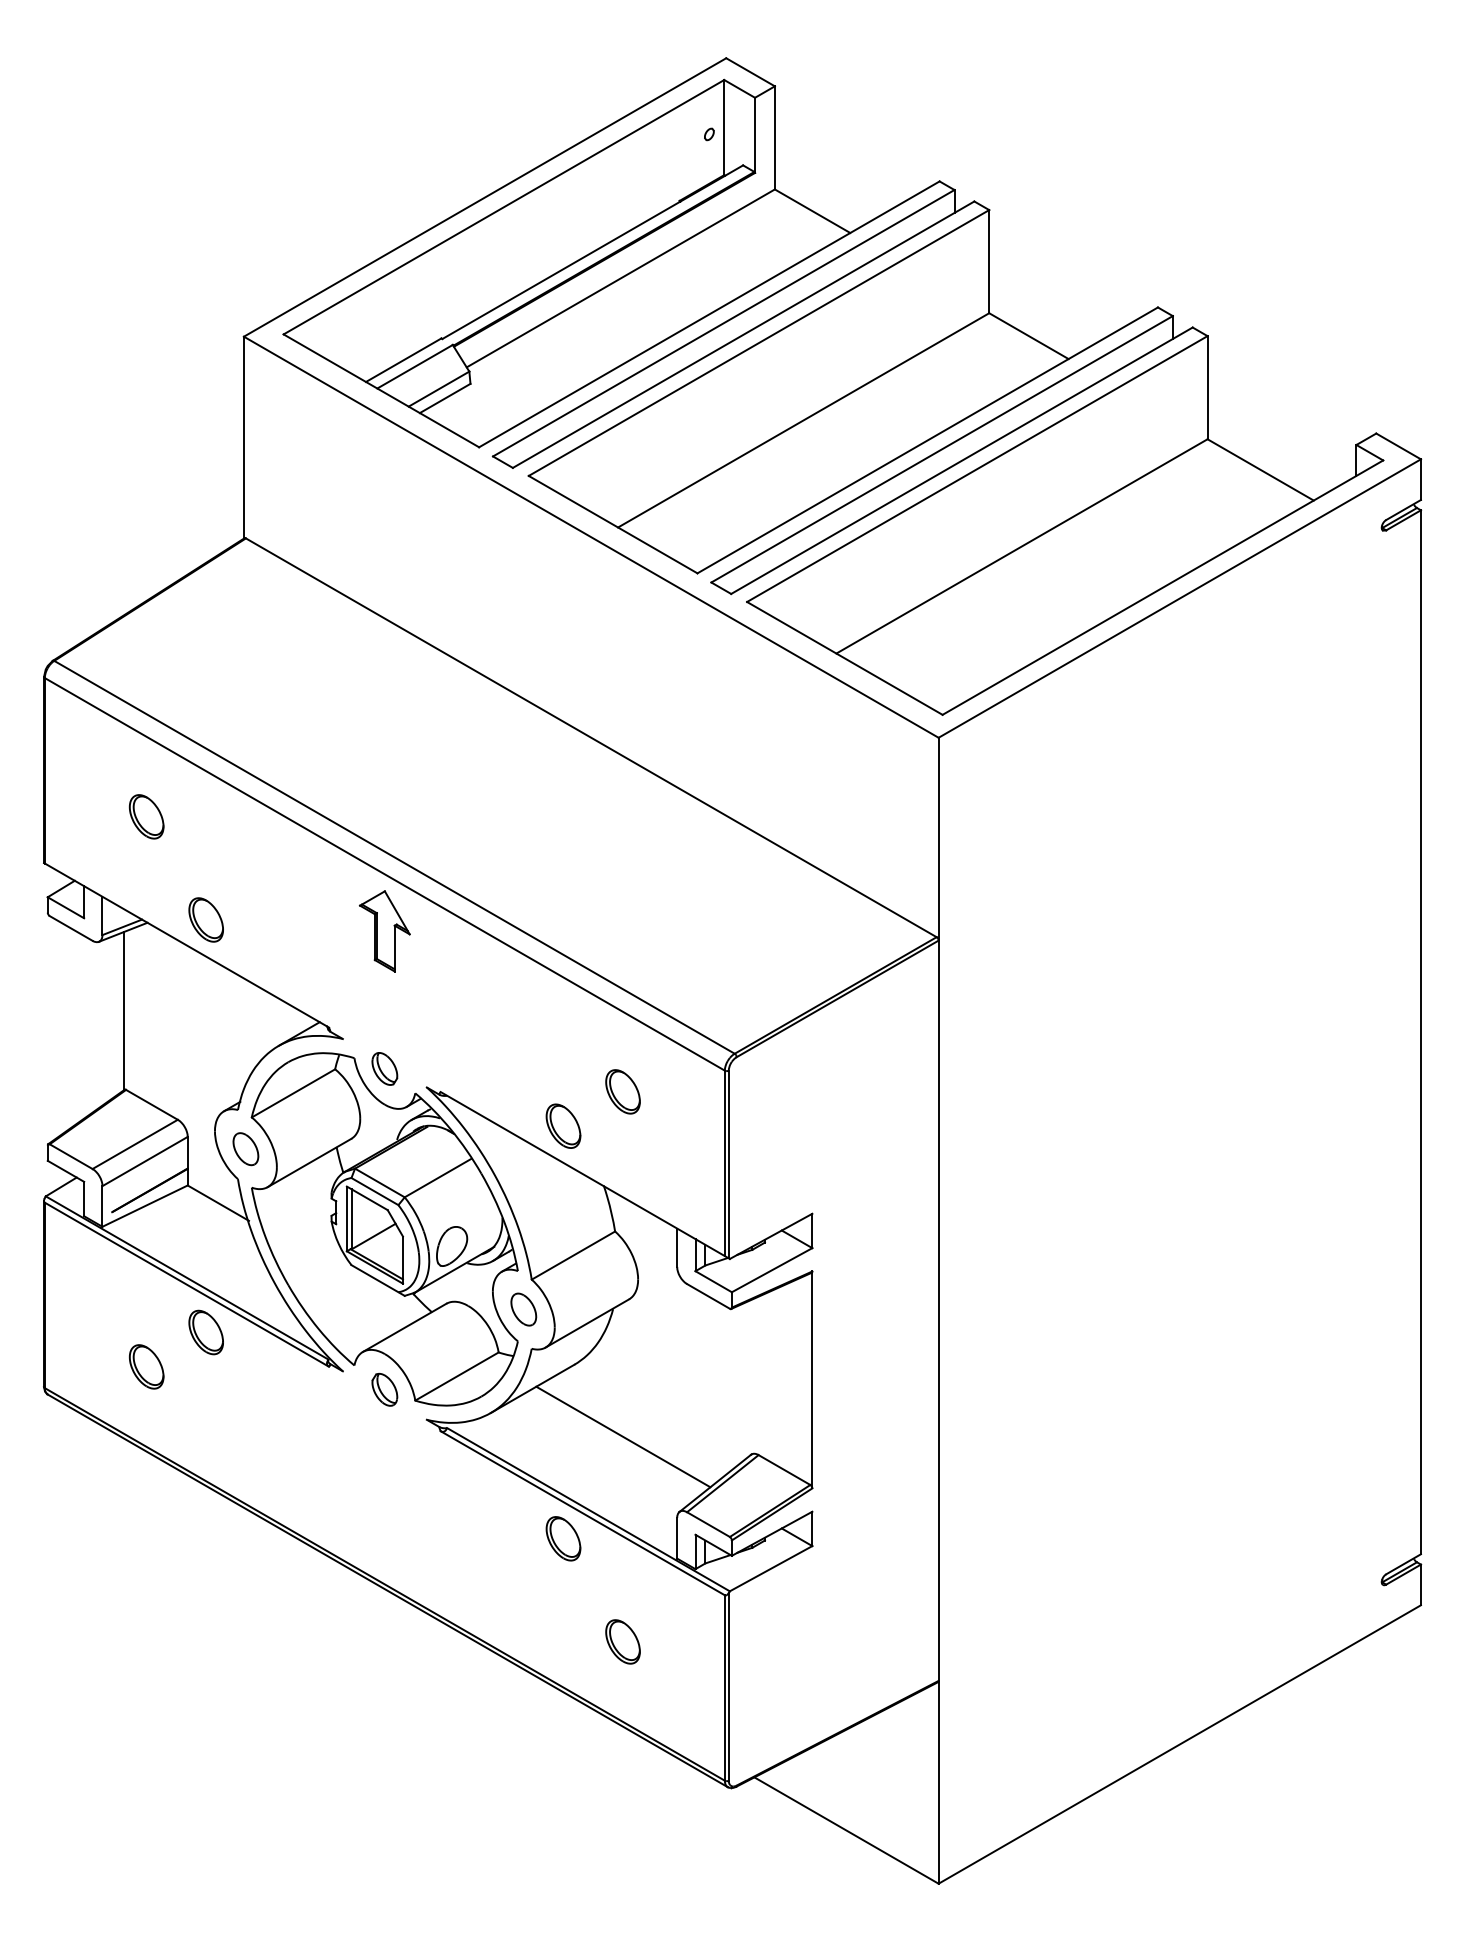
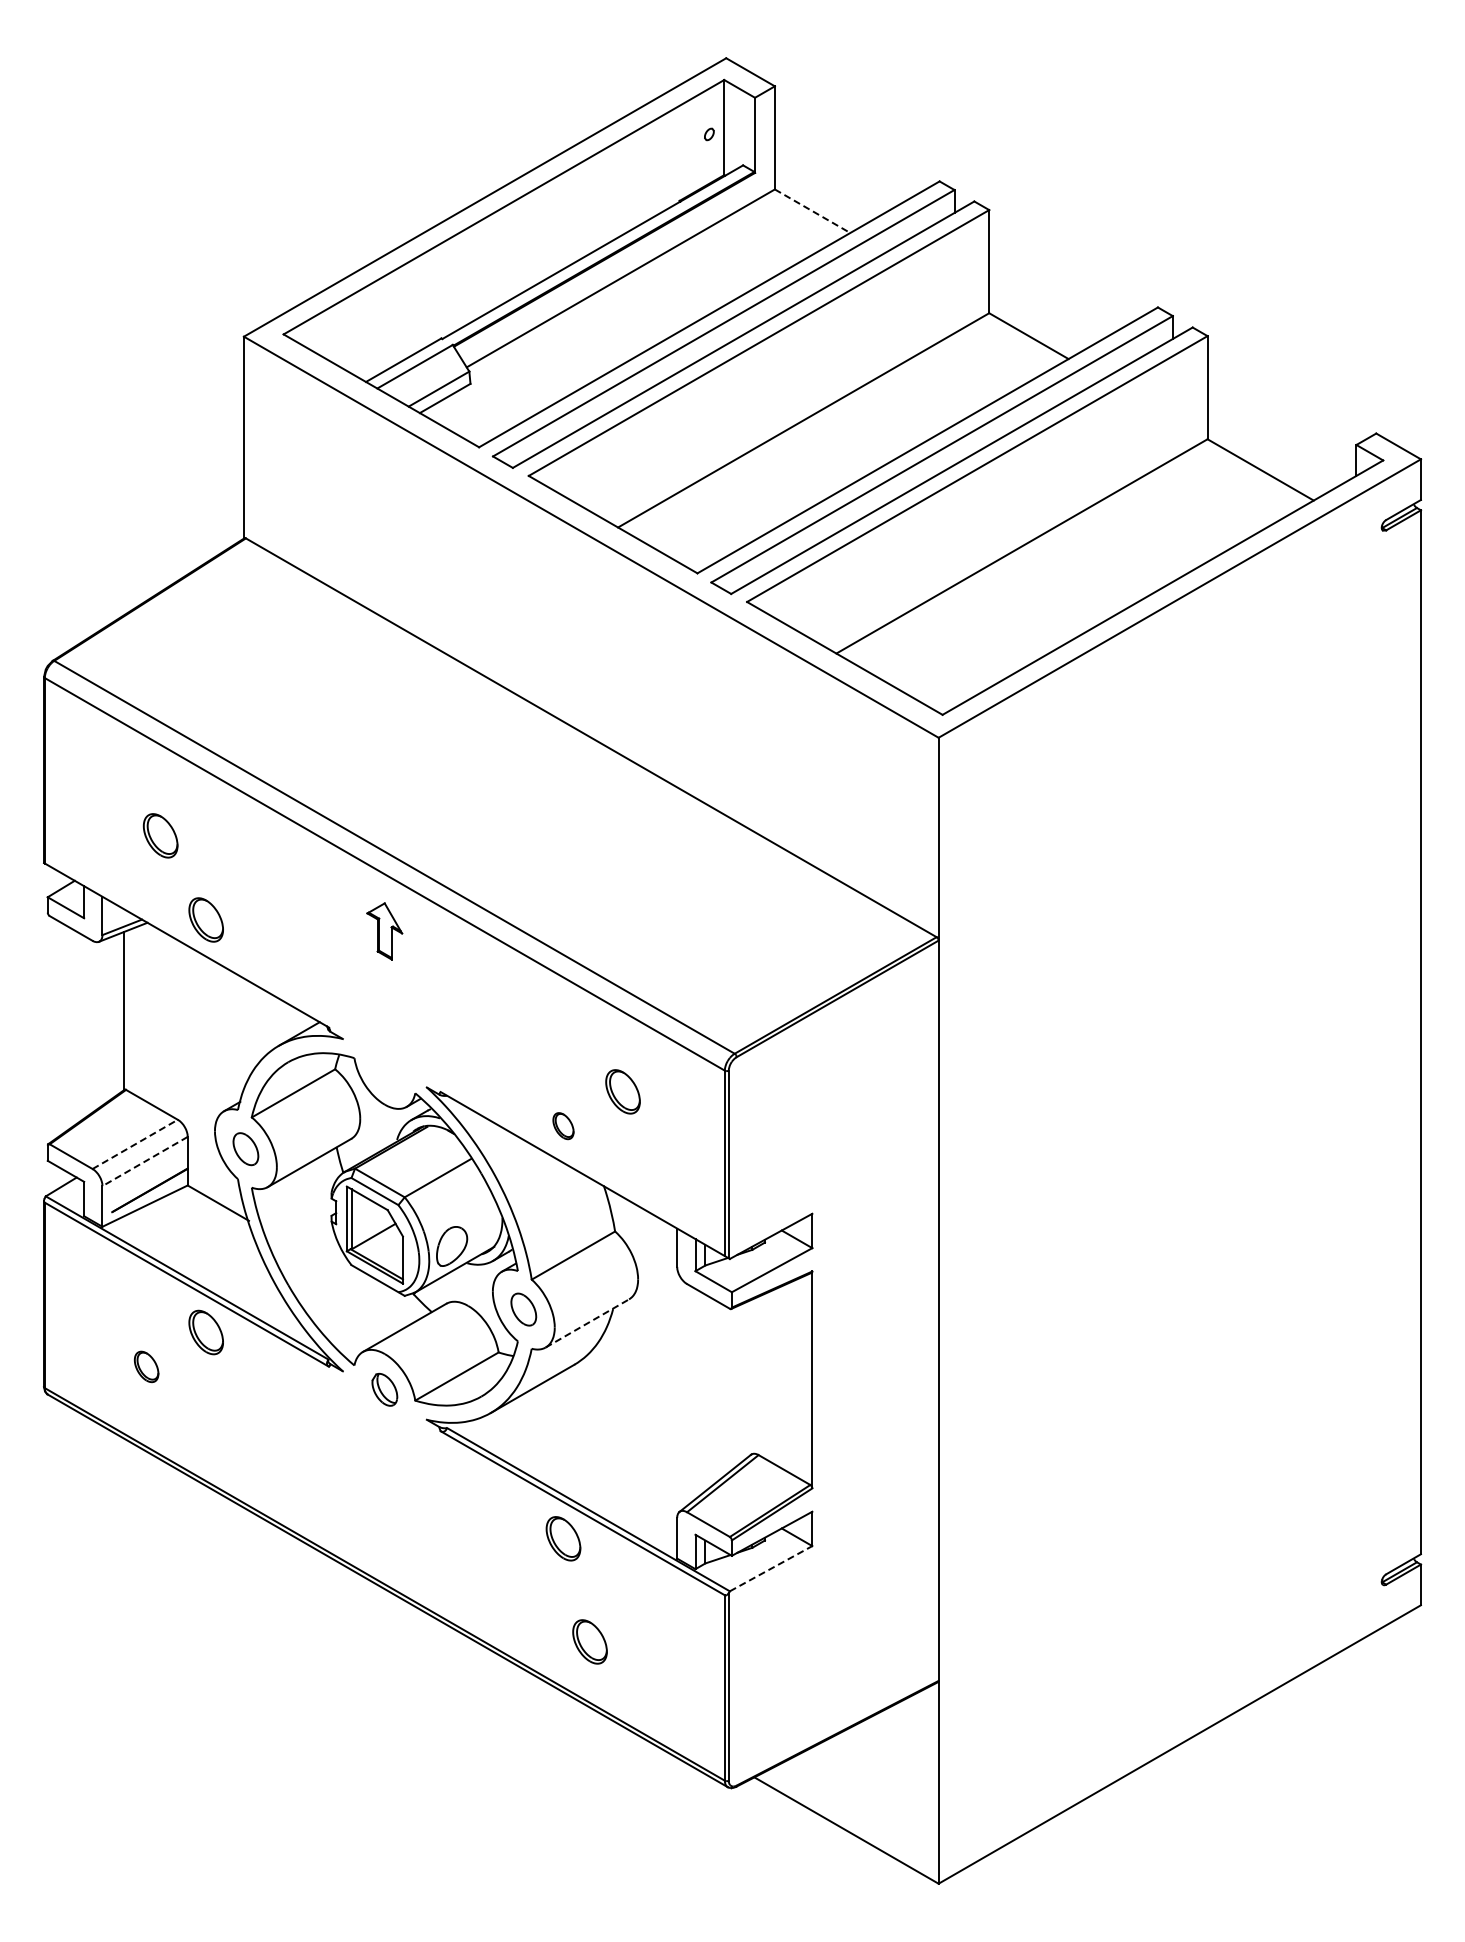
line at (812, 211): solid -> dashed
part at (146, 816) position: (146, 816) -> (160, 835)
part at (384, 931) size: 53x83 px -> 38x59 px
part at (384, 1068): present -> none
part at (563, 1125) size: 37x46 px -> 23x29 px
line at (135, 1144): solid -> dashed
line at (144, 1161): solid -> dashed
line at (587, 1323): solid -> dashed
part at (146, 1366) size: 37x46 px -> 27x34 px
line at (623, 1436): present -> none
line at (771, 1568): solid -> dashed
part at (622, 1641) position: (622, 1641) -> (589, 1641)
